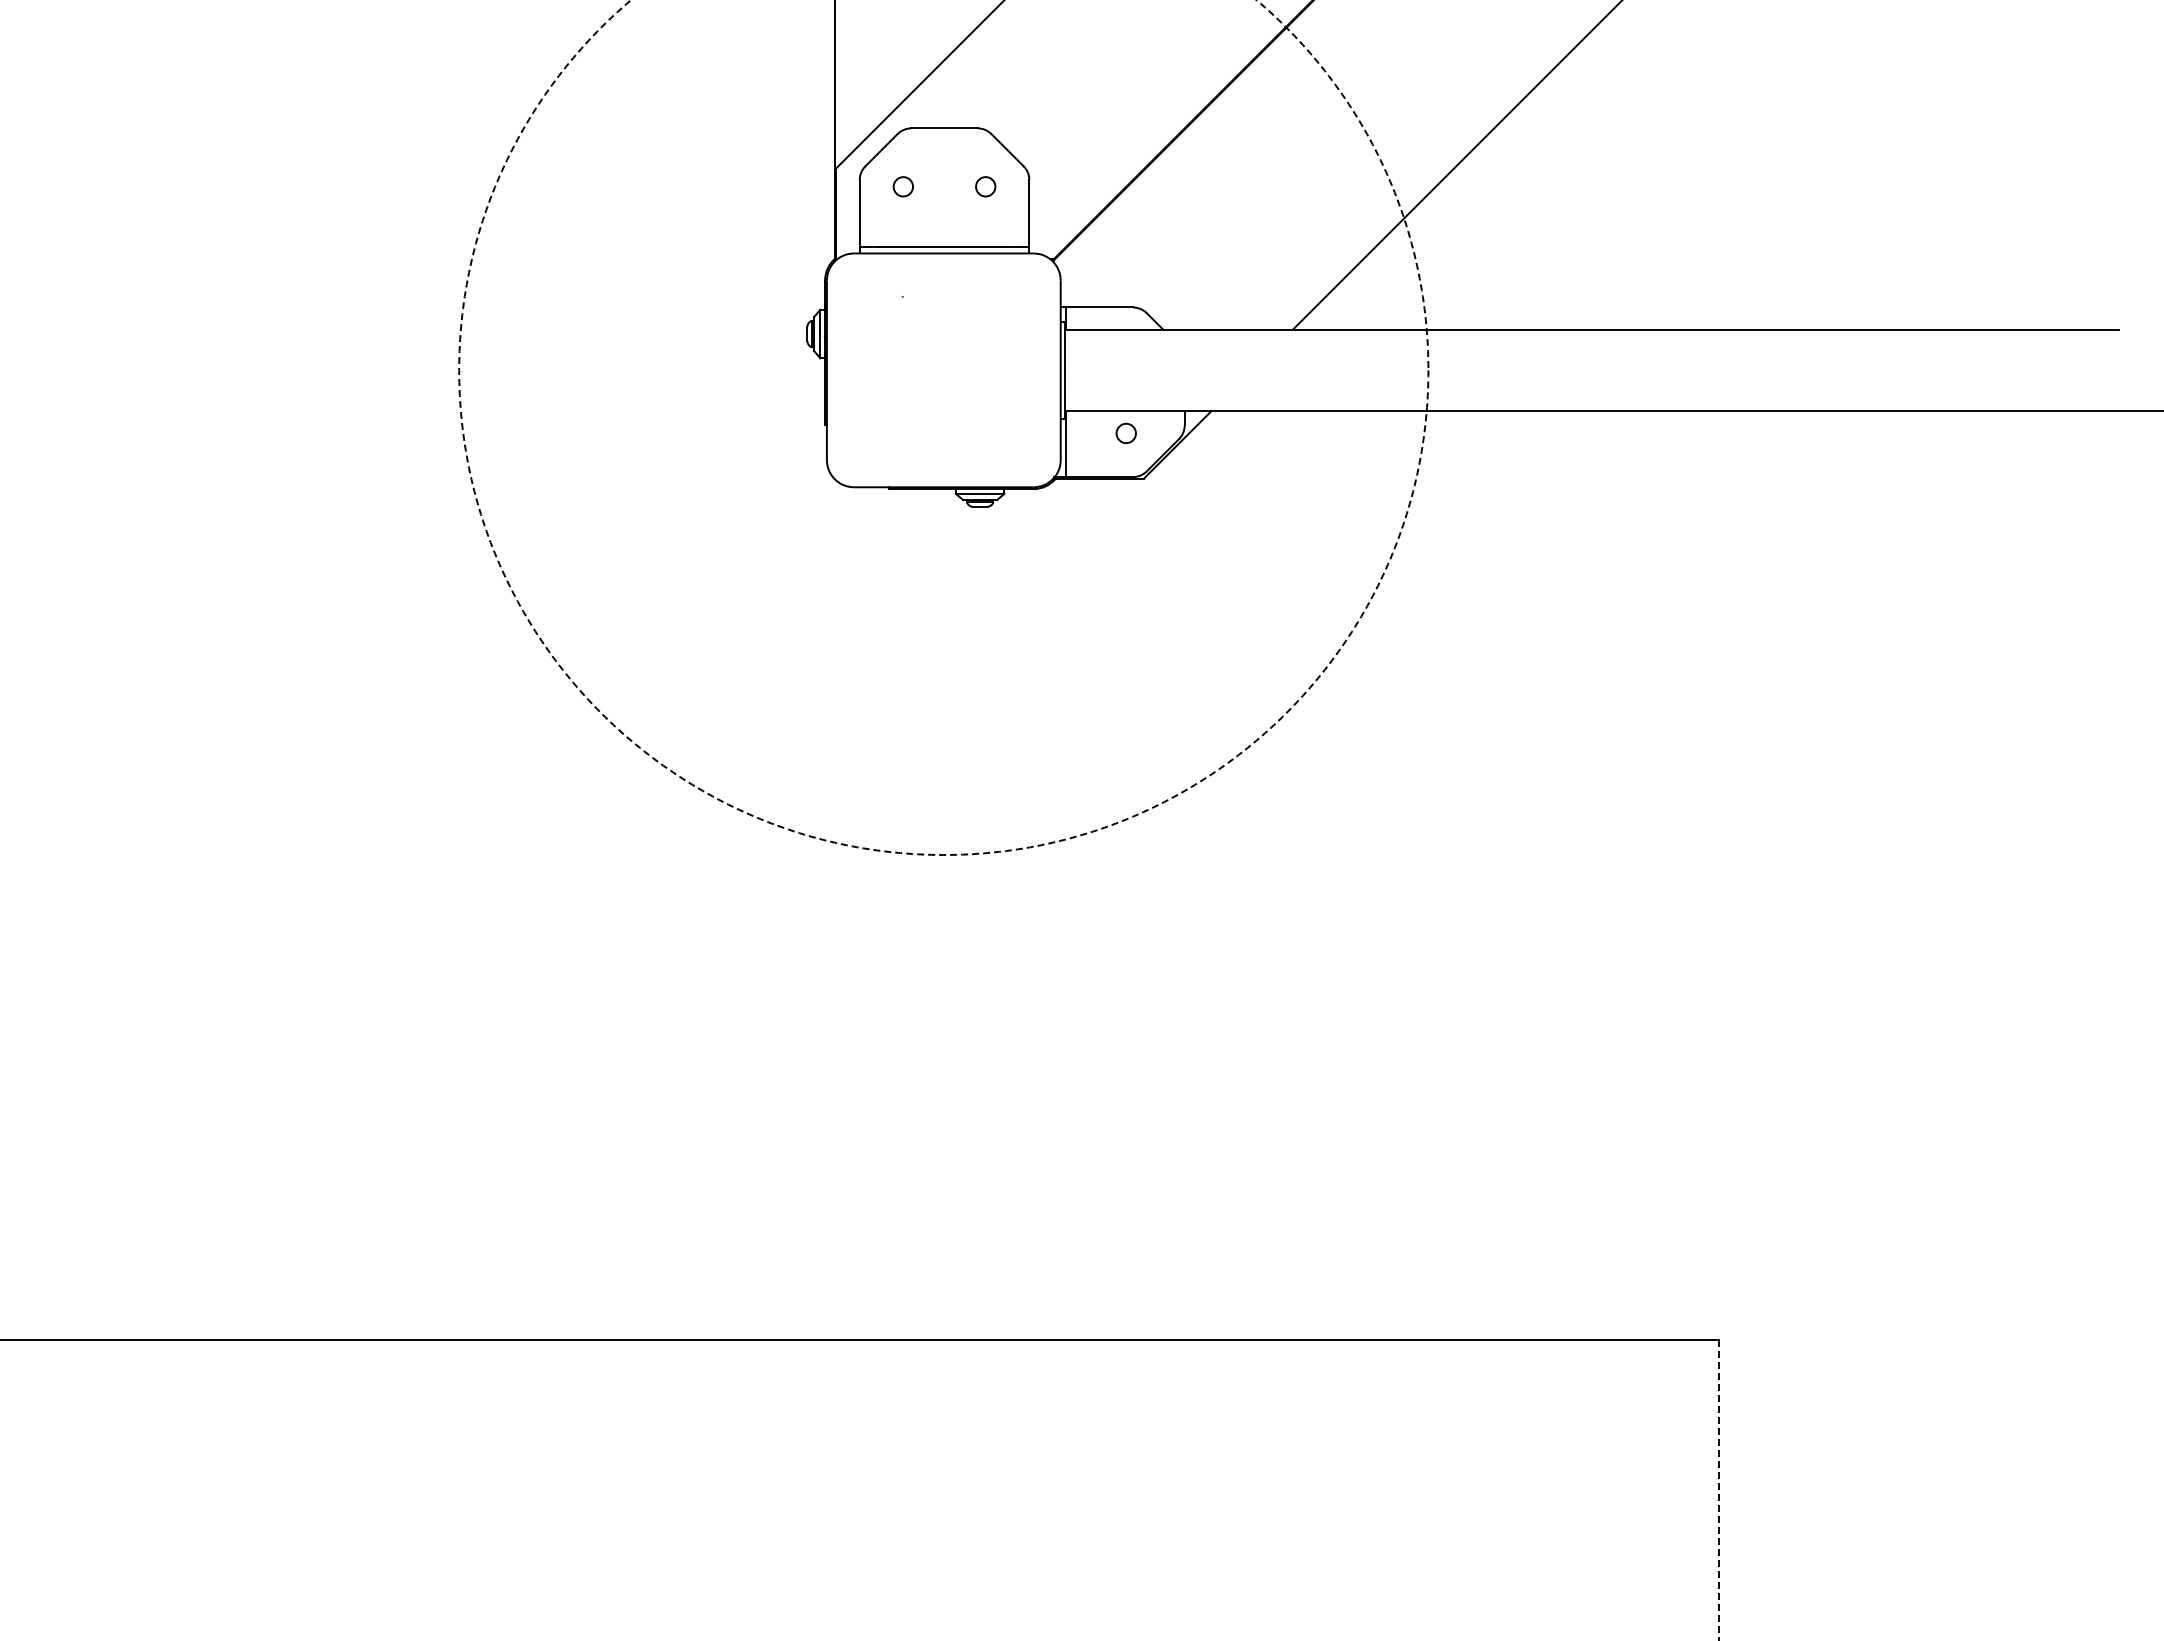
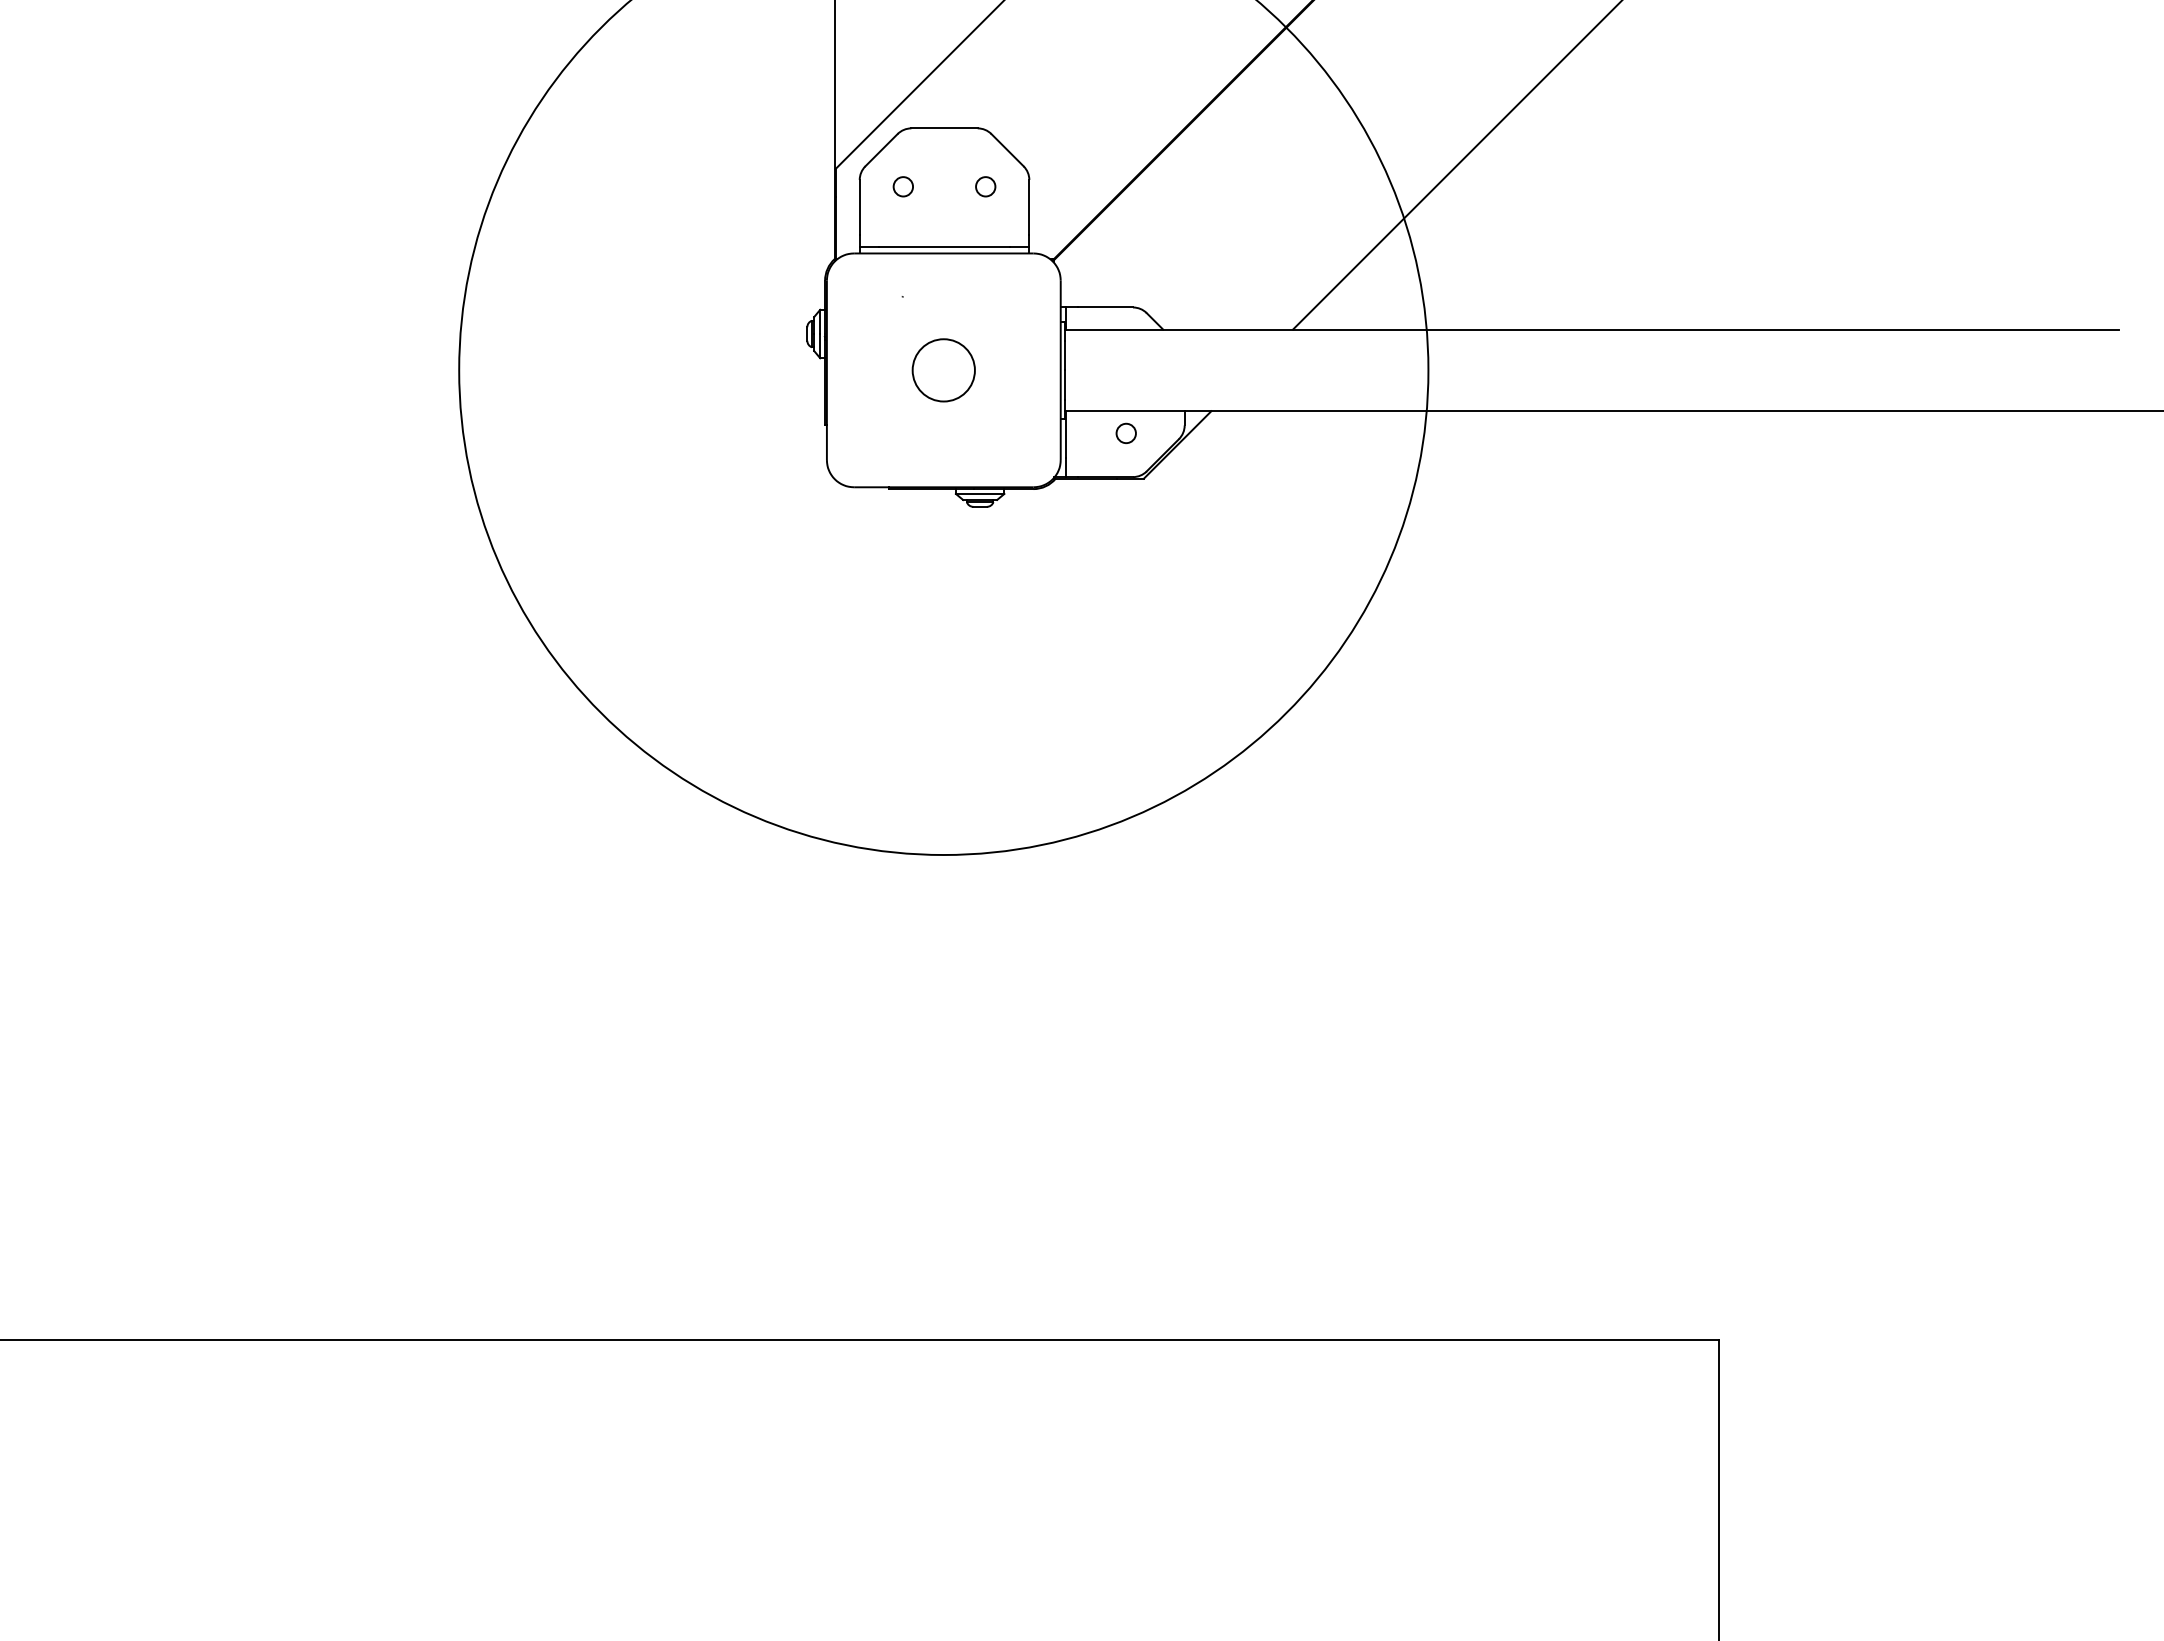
circle at (943, 370): none -> present
circle at (943, 427): dashed -> solid
line at (1719, 1490): dashed -> solid
